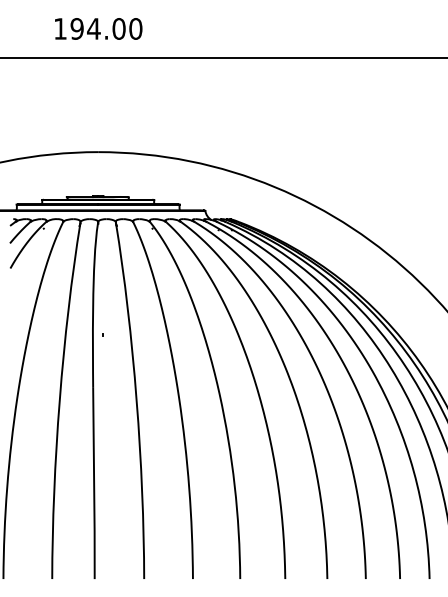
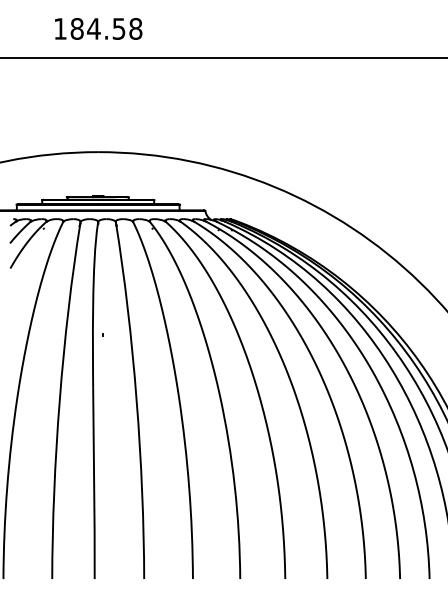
text at (106, 28): 194.00 -> 184.58
